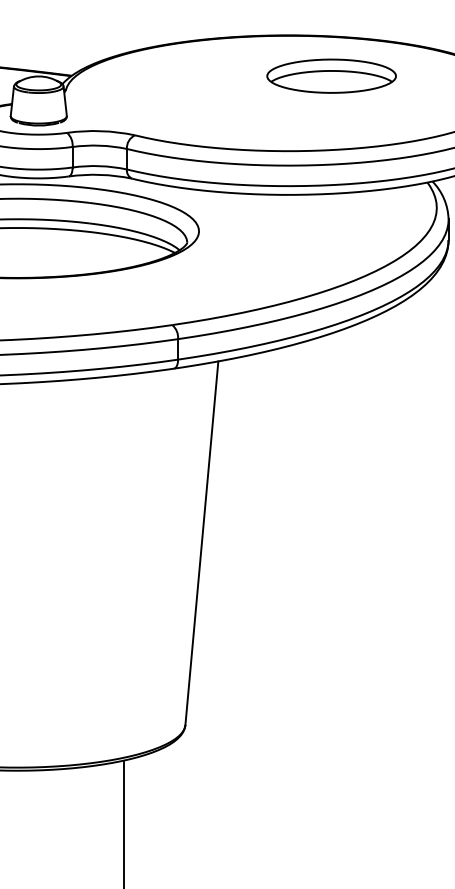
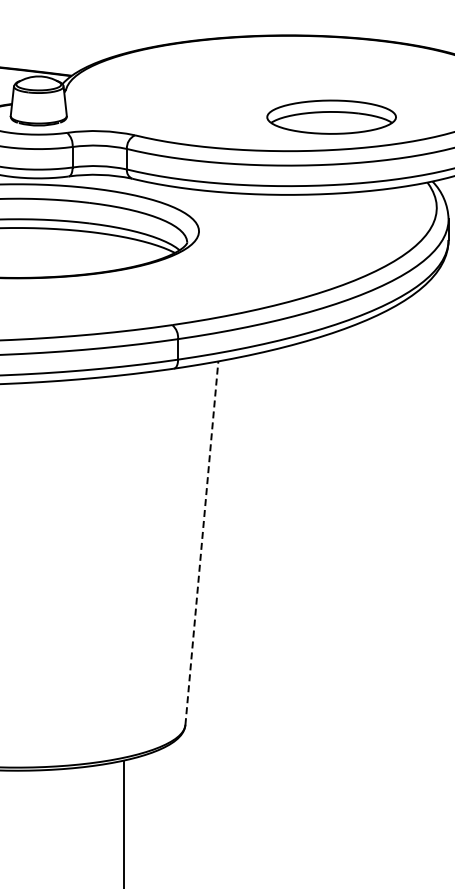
part at (331, 75) position: (331, 75) -> (331, 116)
line at (201, 543): solid -> dashed
